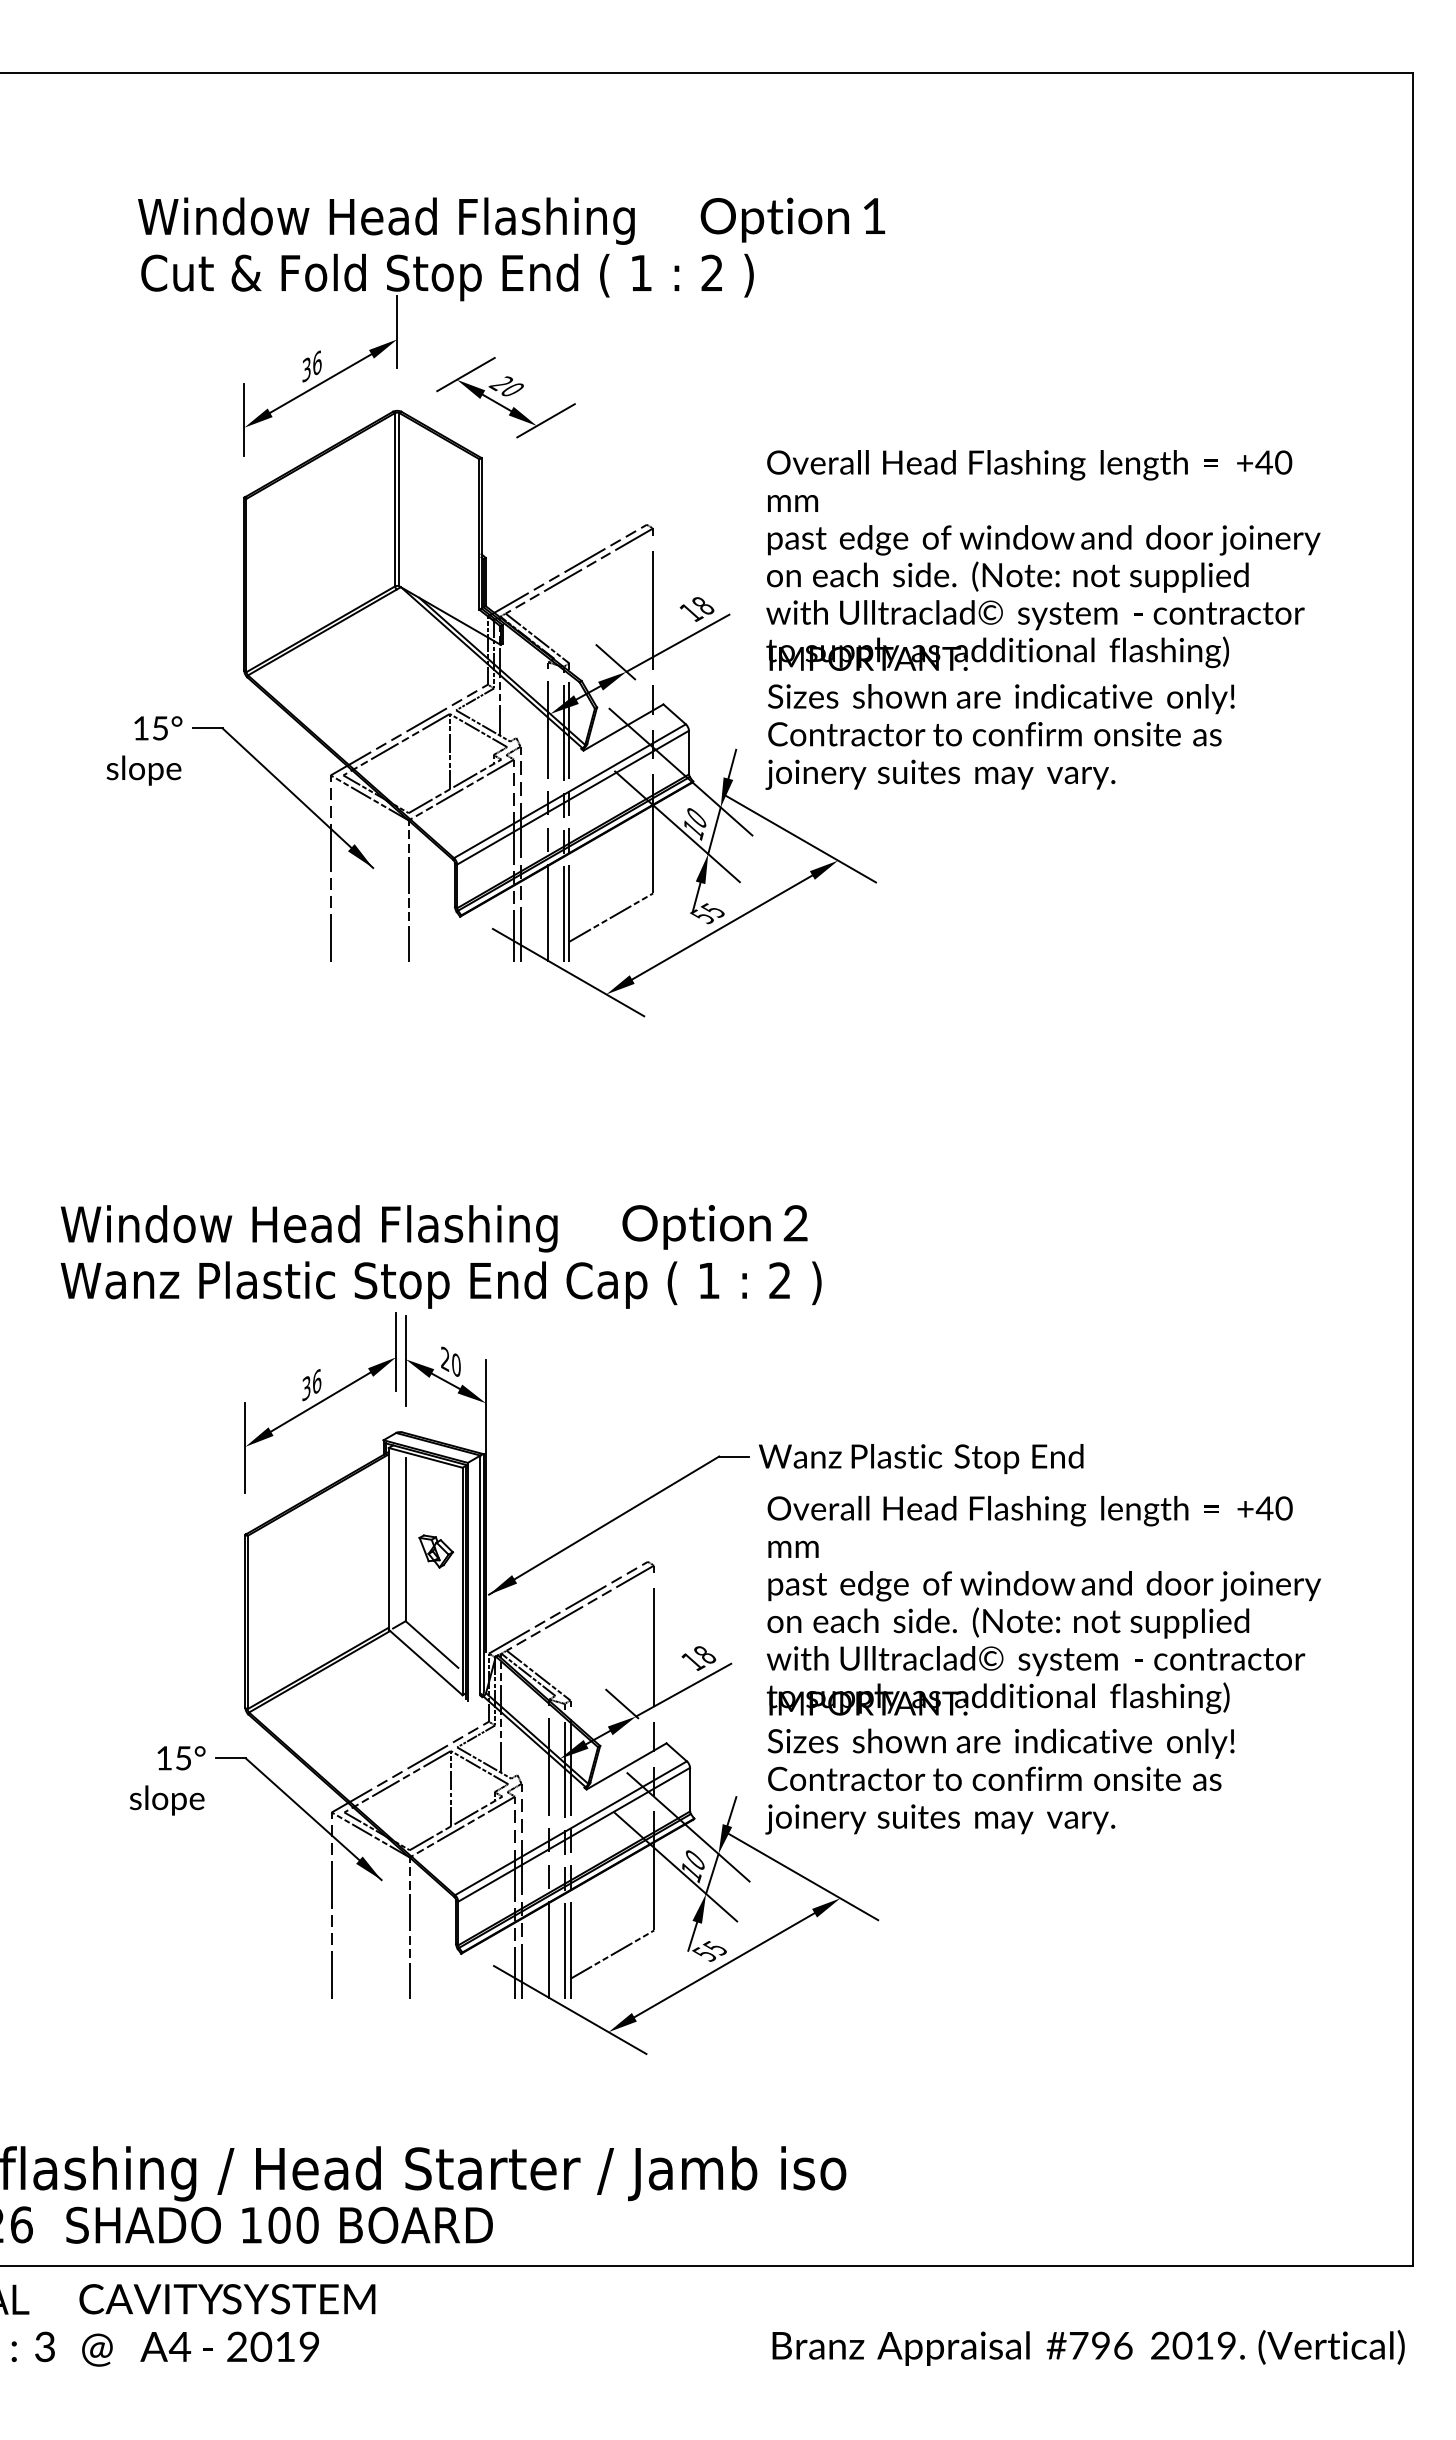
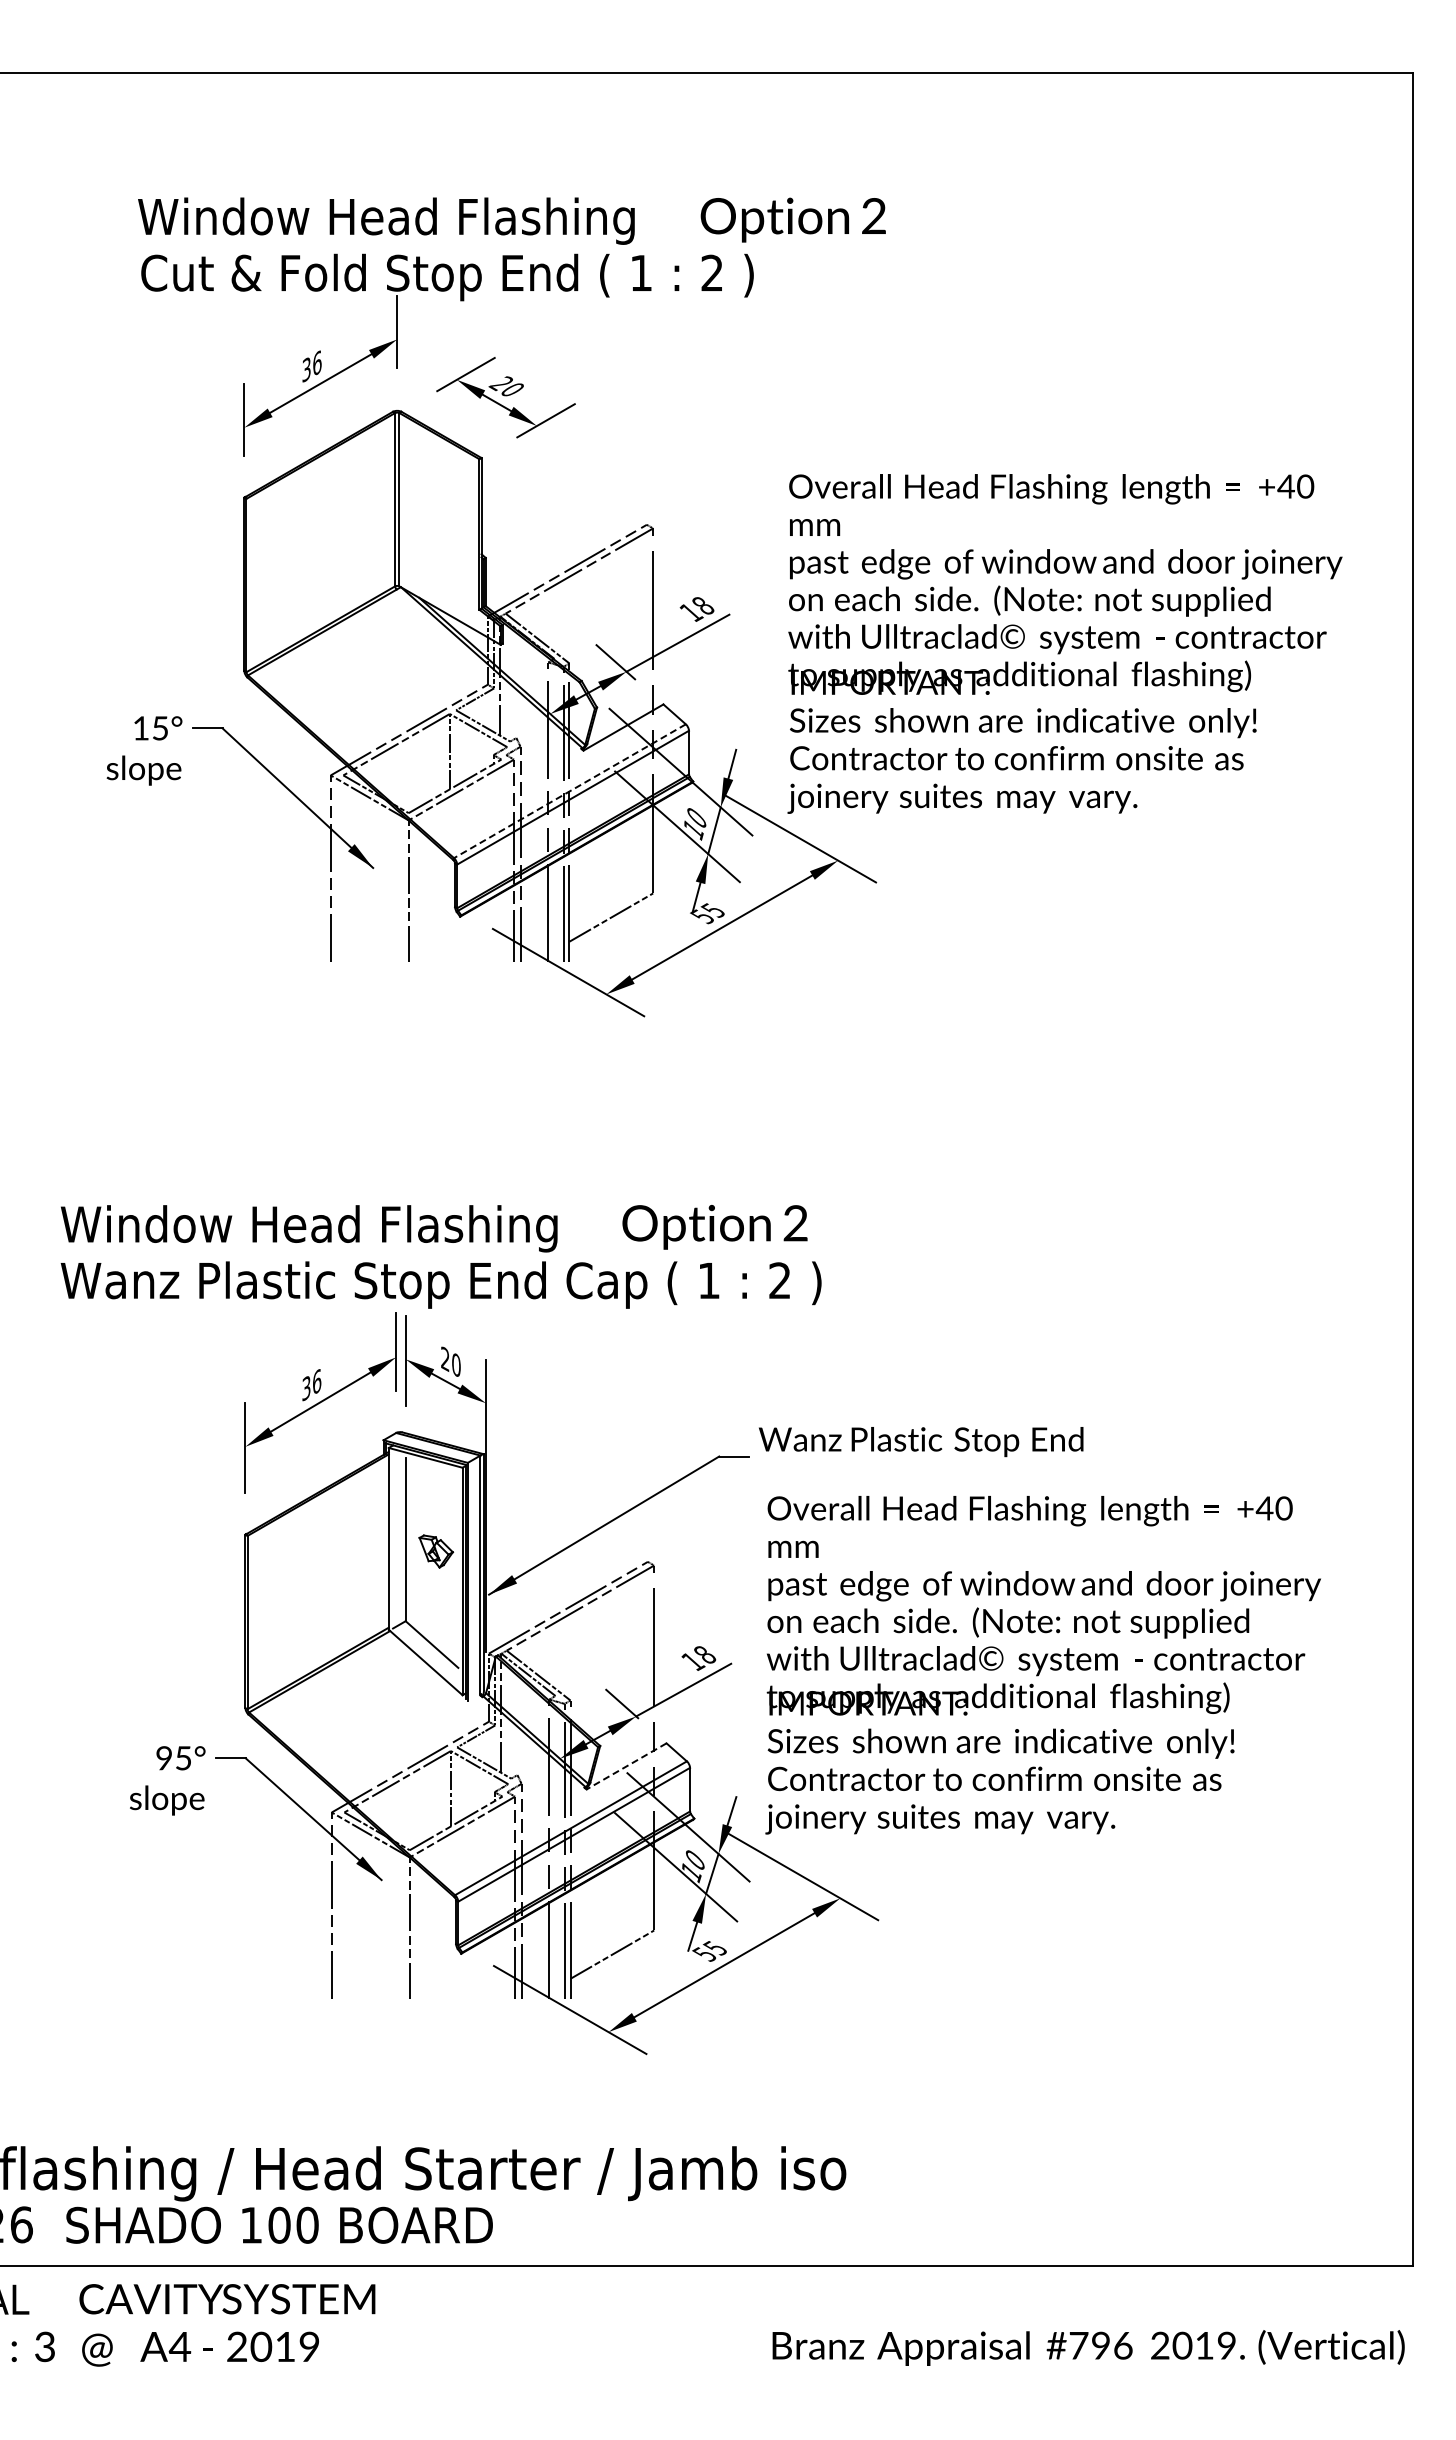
text at (873, 215): 1 -> 2
text at (1042, 619) position: (1042, 619) -> (1064, 643)
line at (569, 791): solid -> dashed
text at (921, 1459) position: (921, 1459) -> (921, 1442)
text at (163, 1758): 15° -> 95°
line at (626, 1766): solid -> dashed
